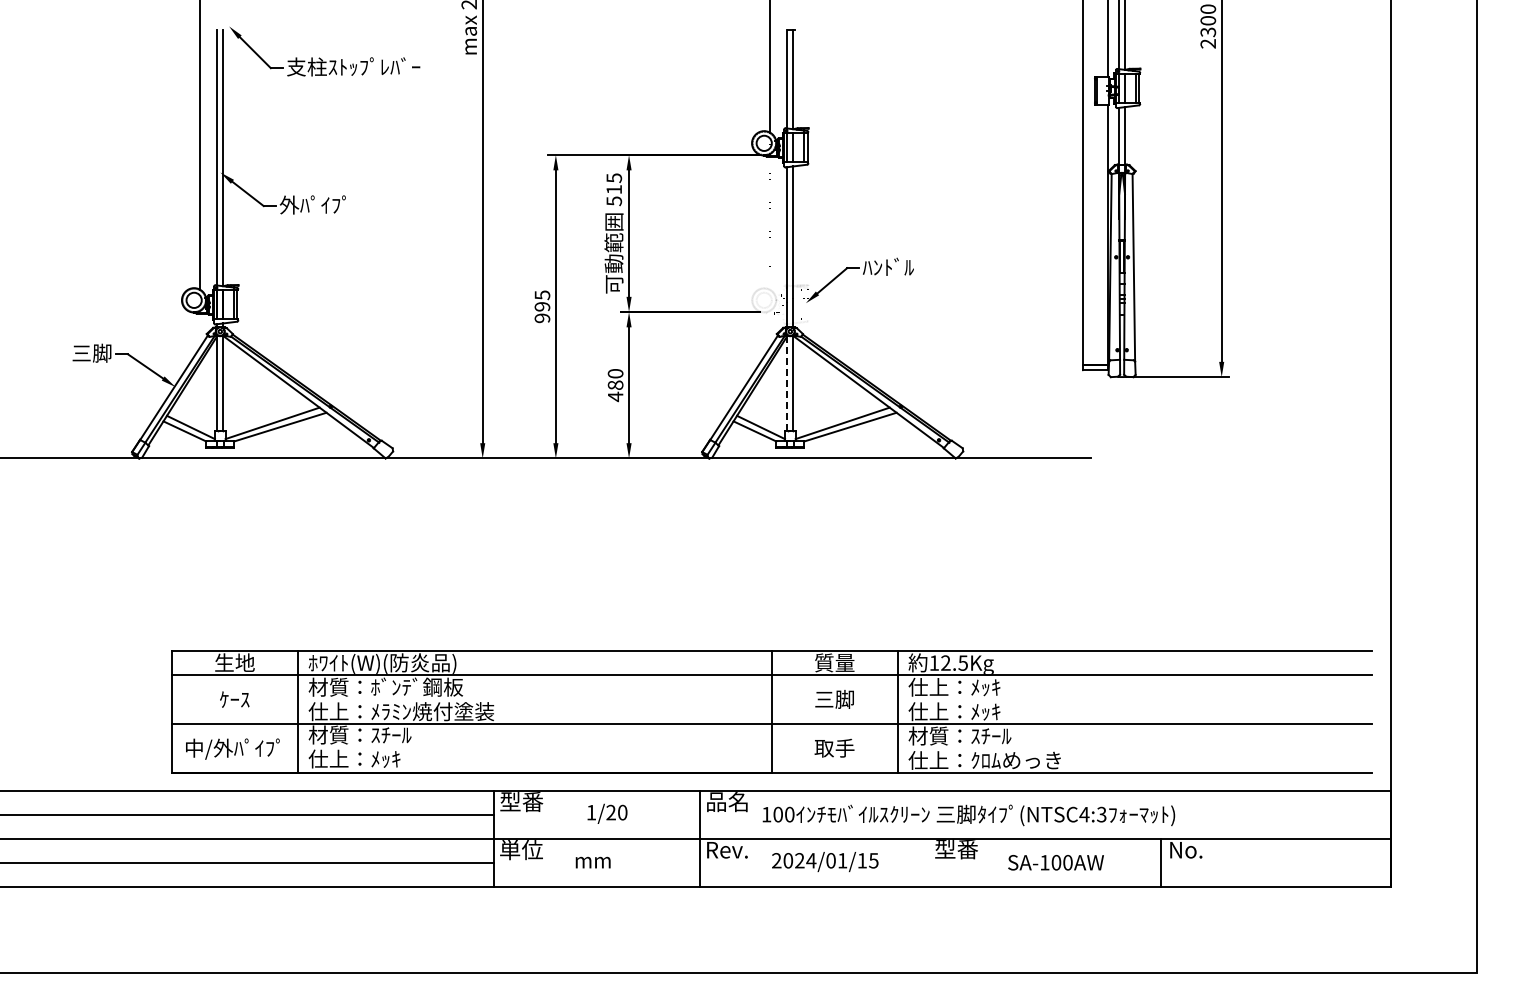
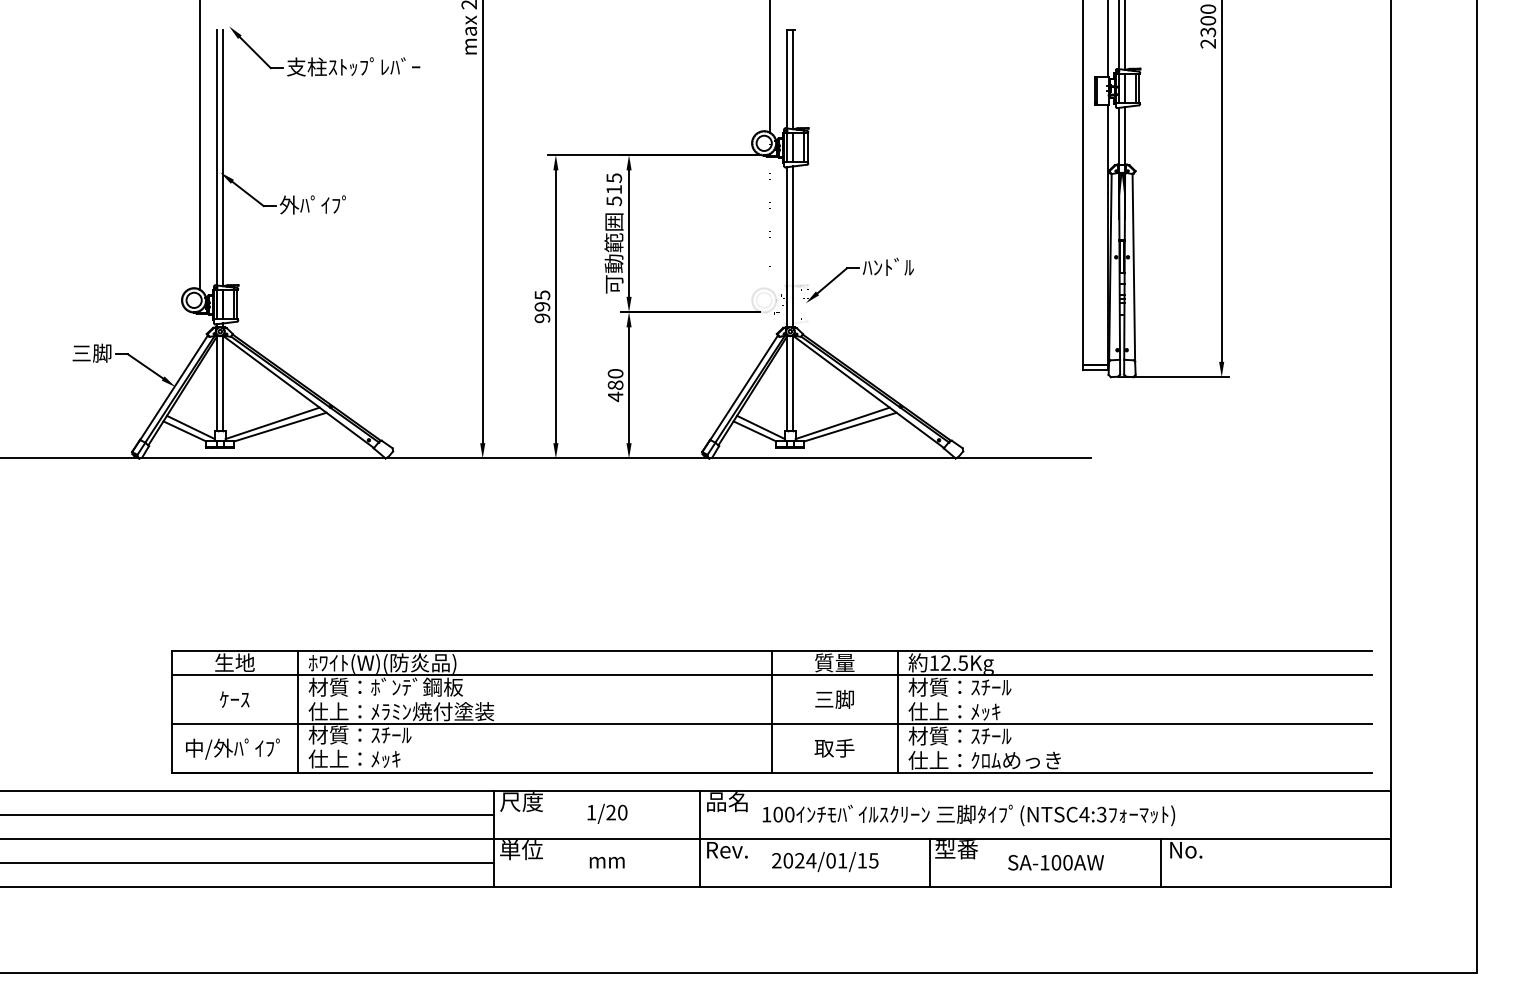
line at (787, 382): dashed -> solid
text at (959, 686): 仕上：ﾒｯｷ -> 材質：ｽﾁｰﾙ
text at (521, 802): 型番 -> 尺度
text at (592, 862) position: (592, 862) -> (606, 862)
line at (930, 862): none -> present
